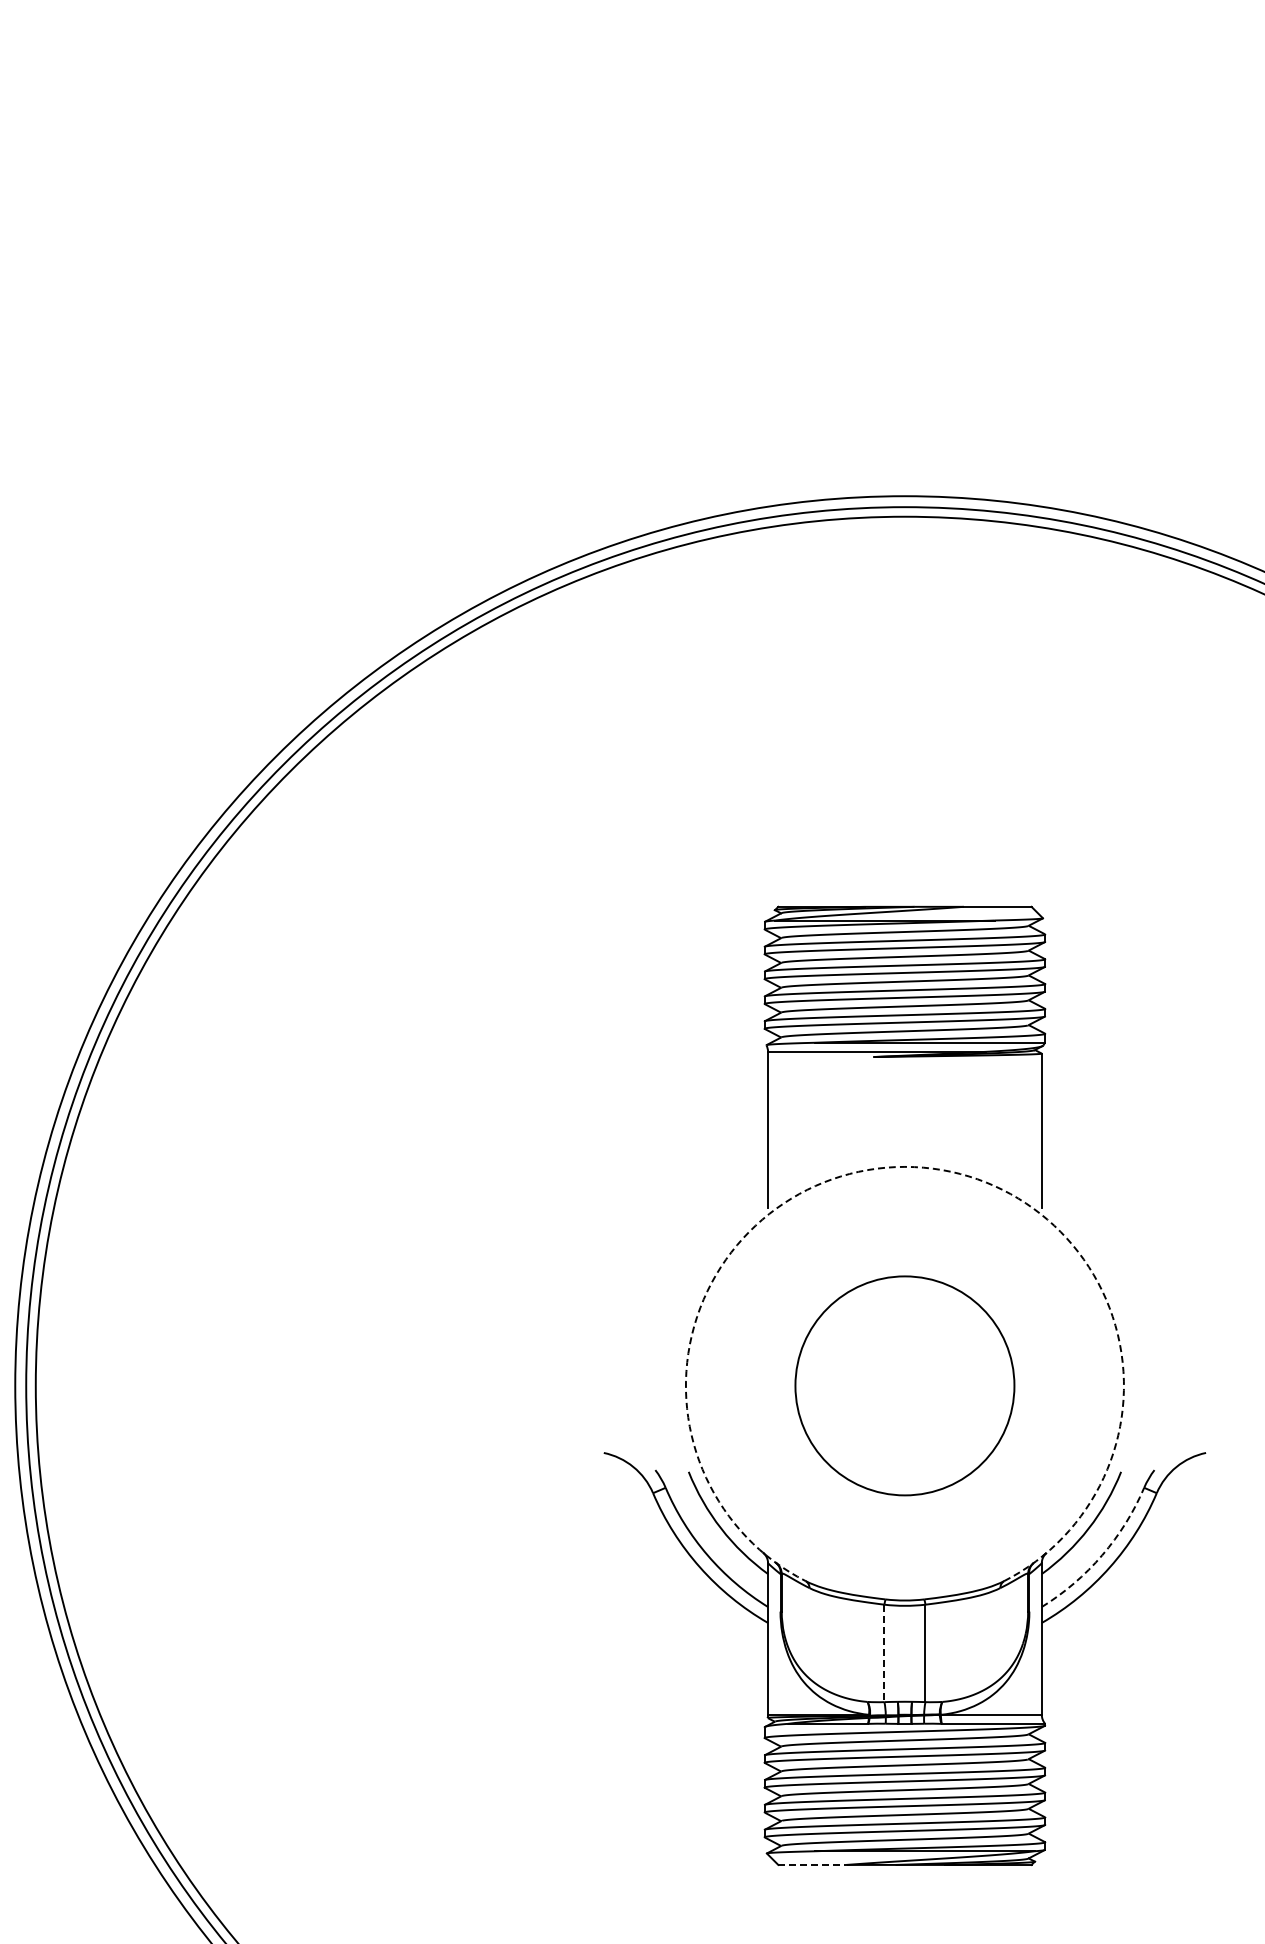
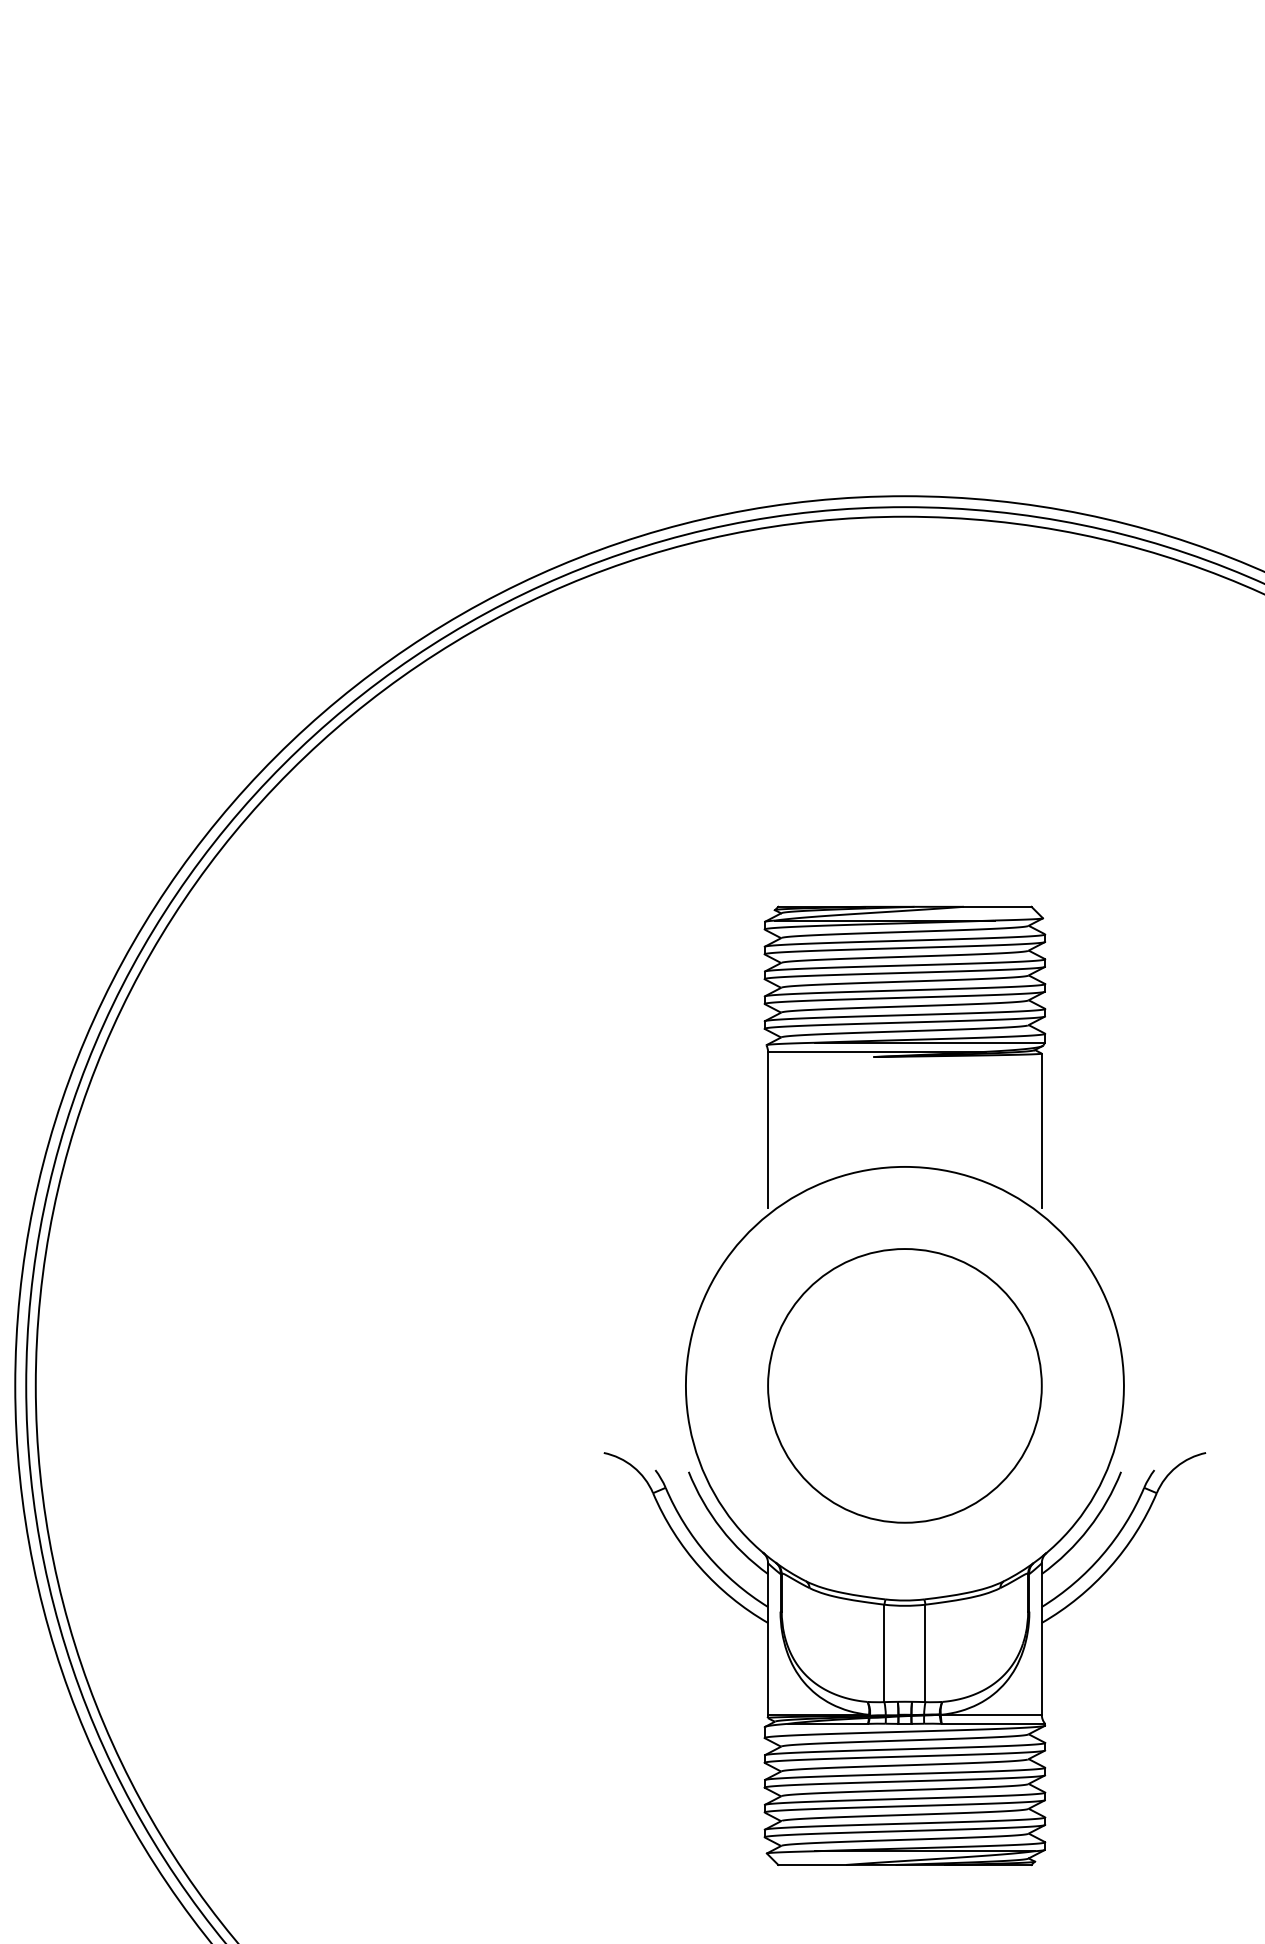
arc at (904, 1166): dashed -> solid
circle at (904, 1385) diameter: 219 px -> 274 px
arc at (1102, 1555): dashed -> solid
line at (884, 1653): dashed -> solid
line at (812, 1864): dashed -> solid
